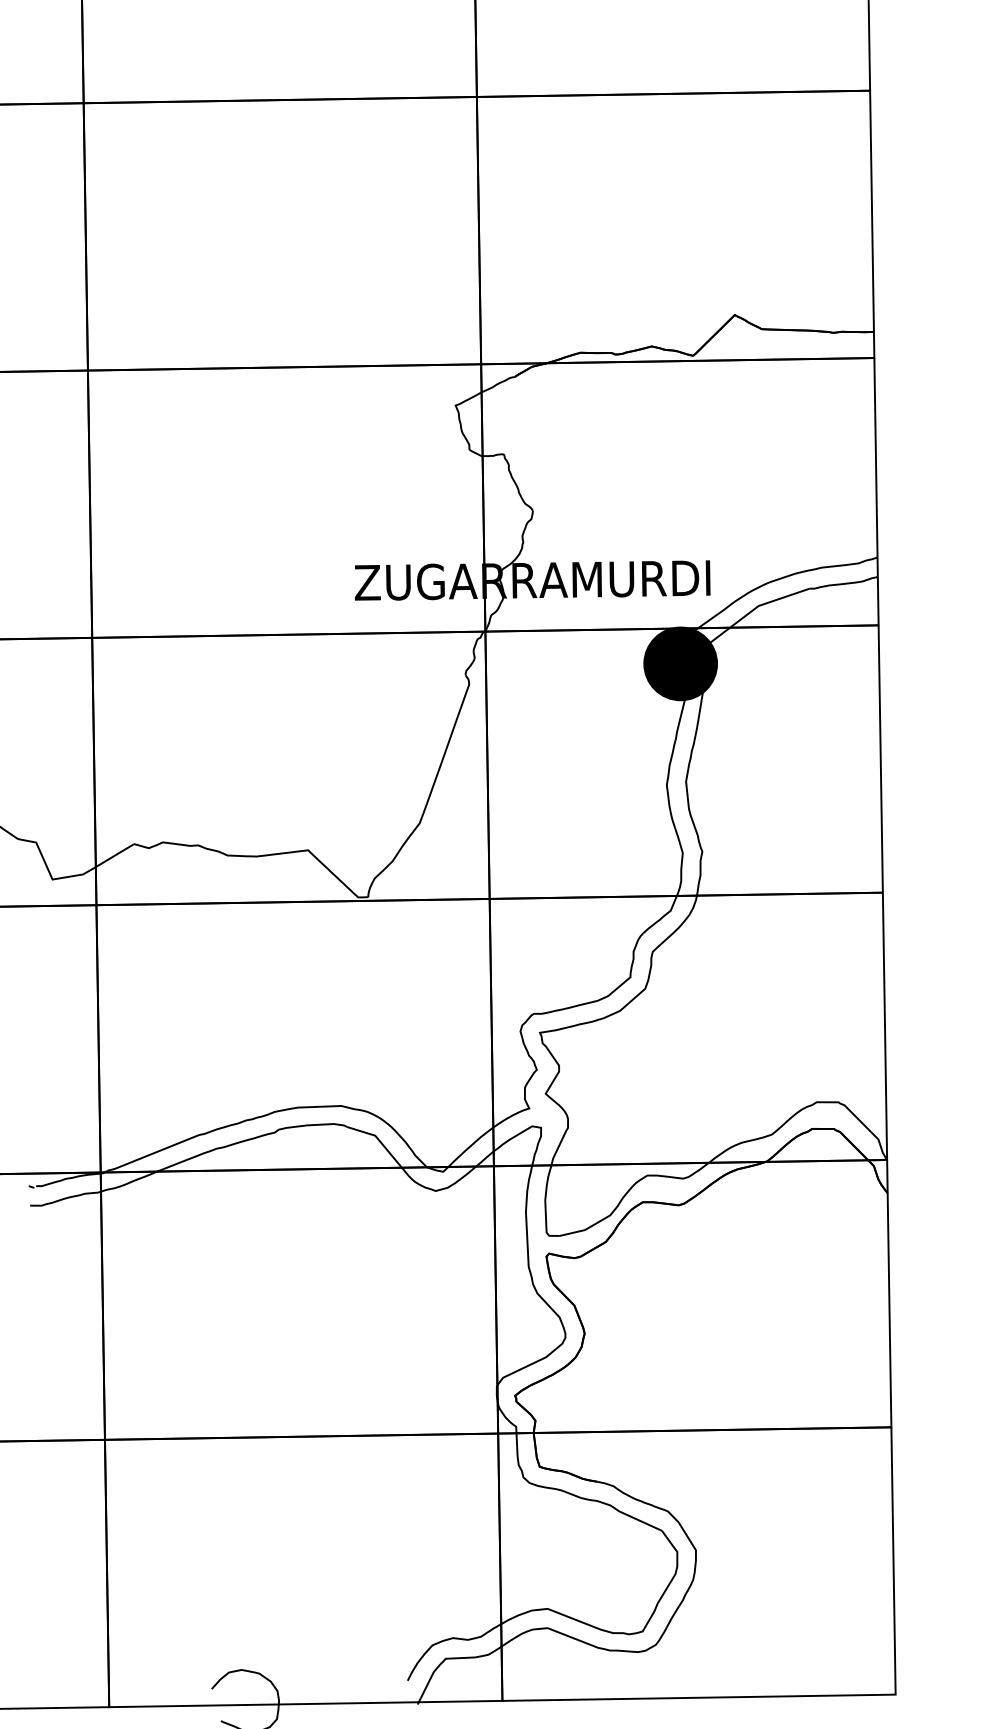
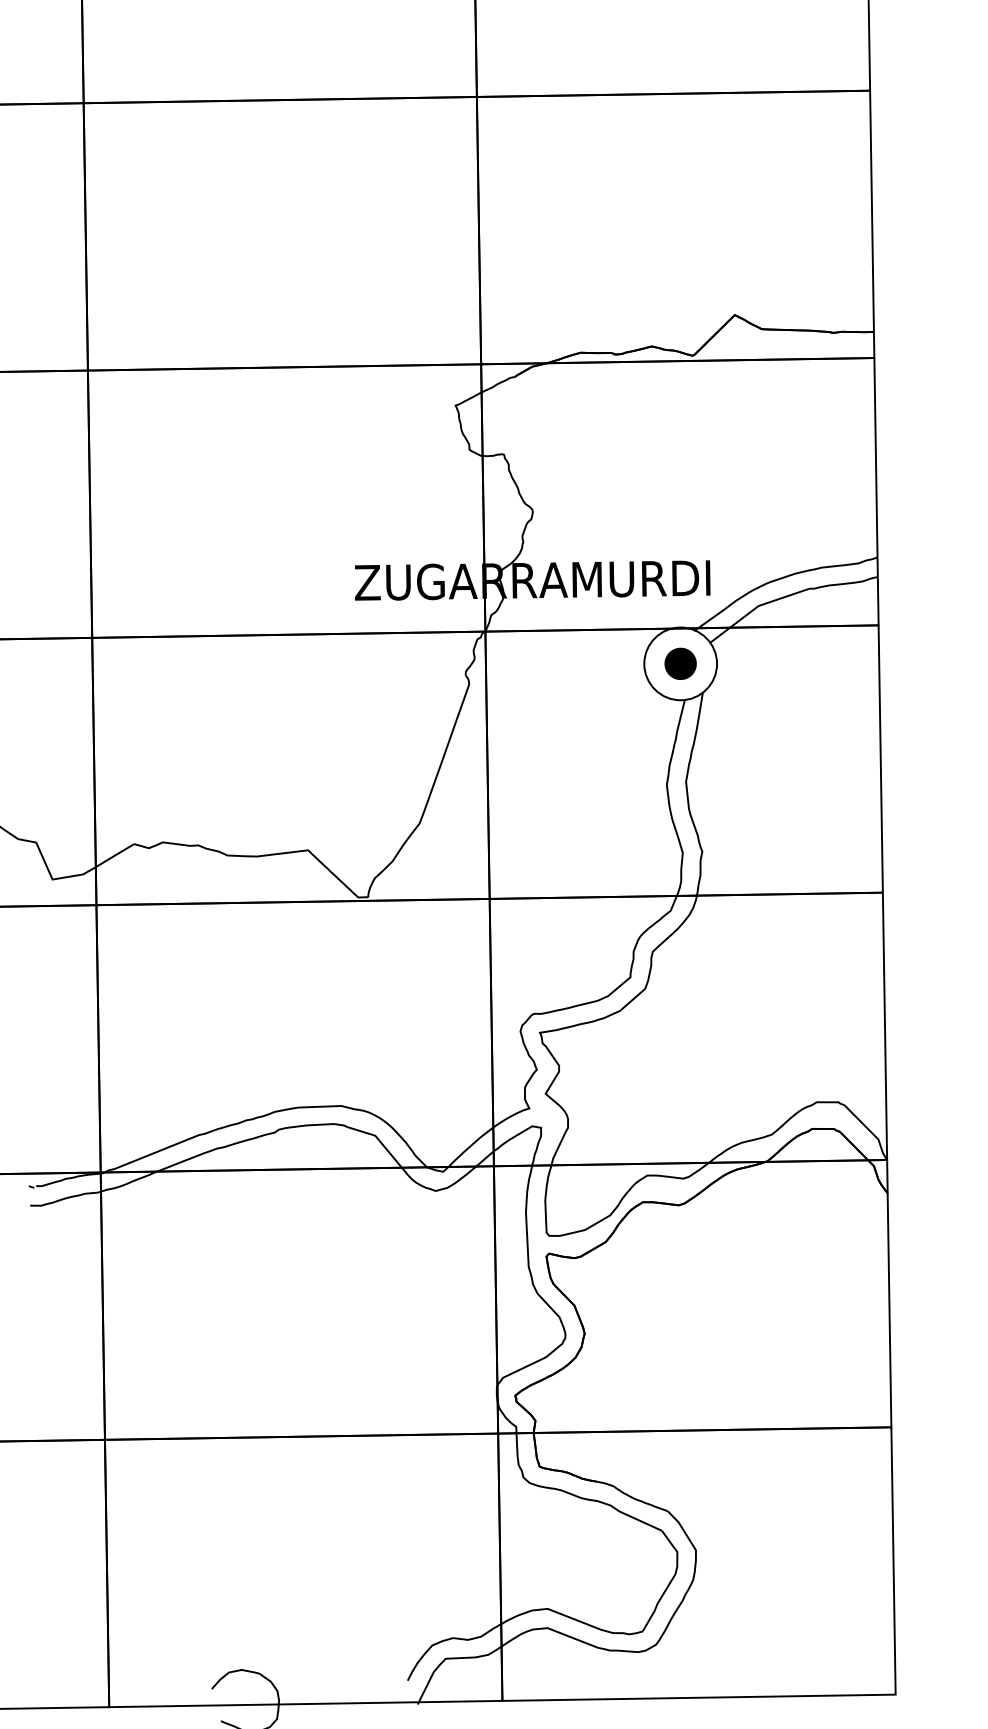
fill at (680, 663): present -> none
